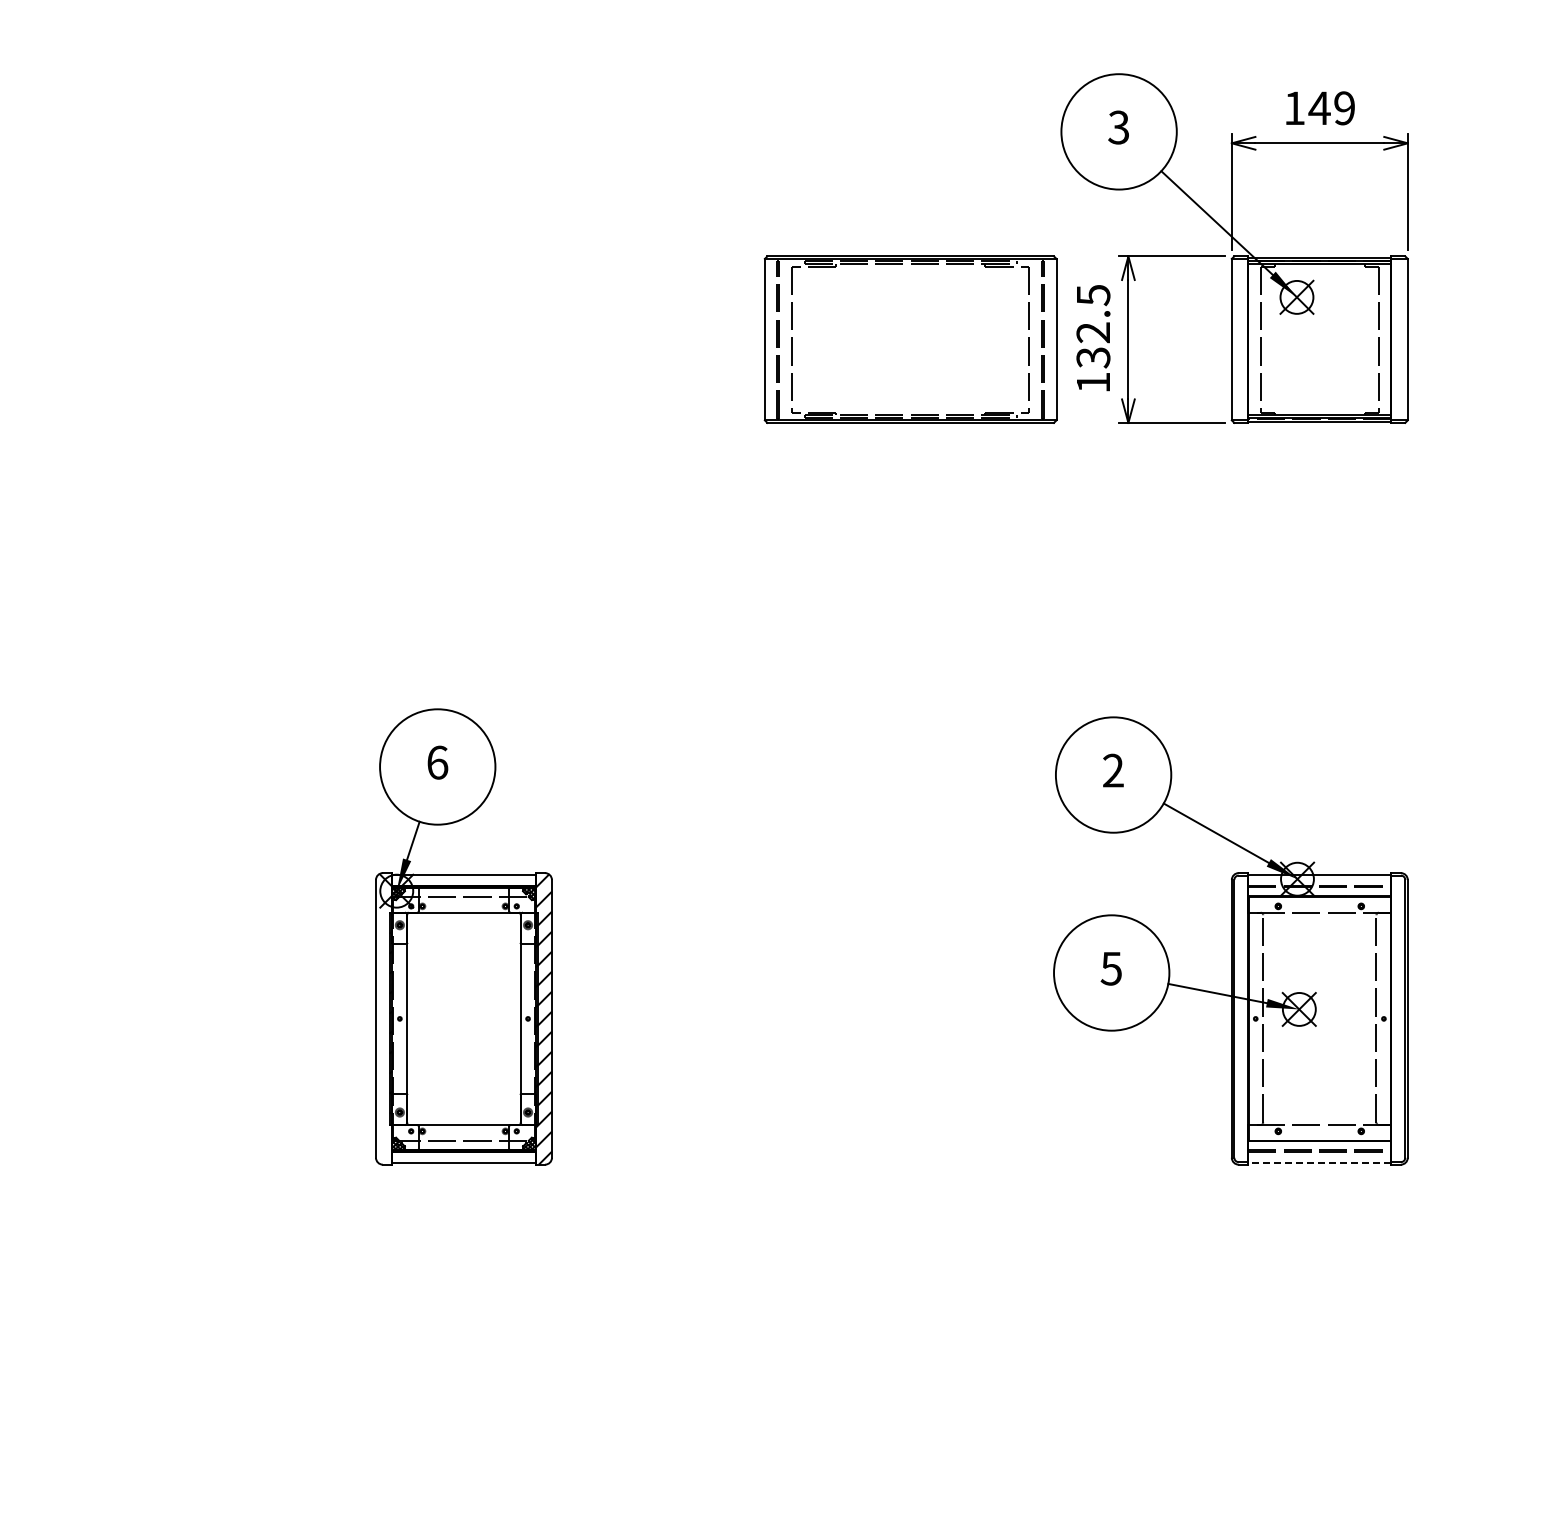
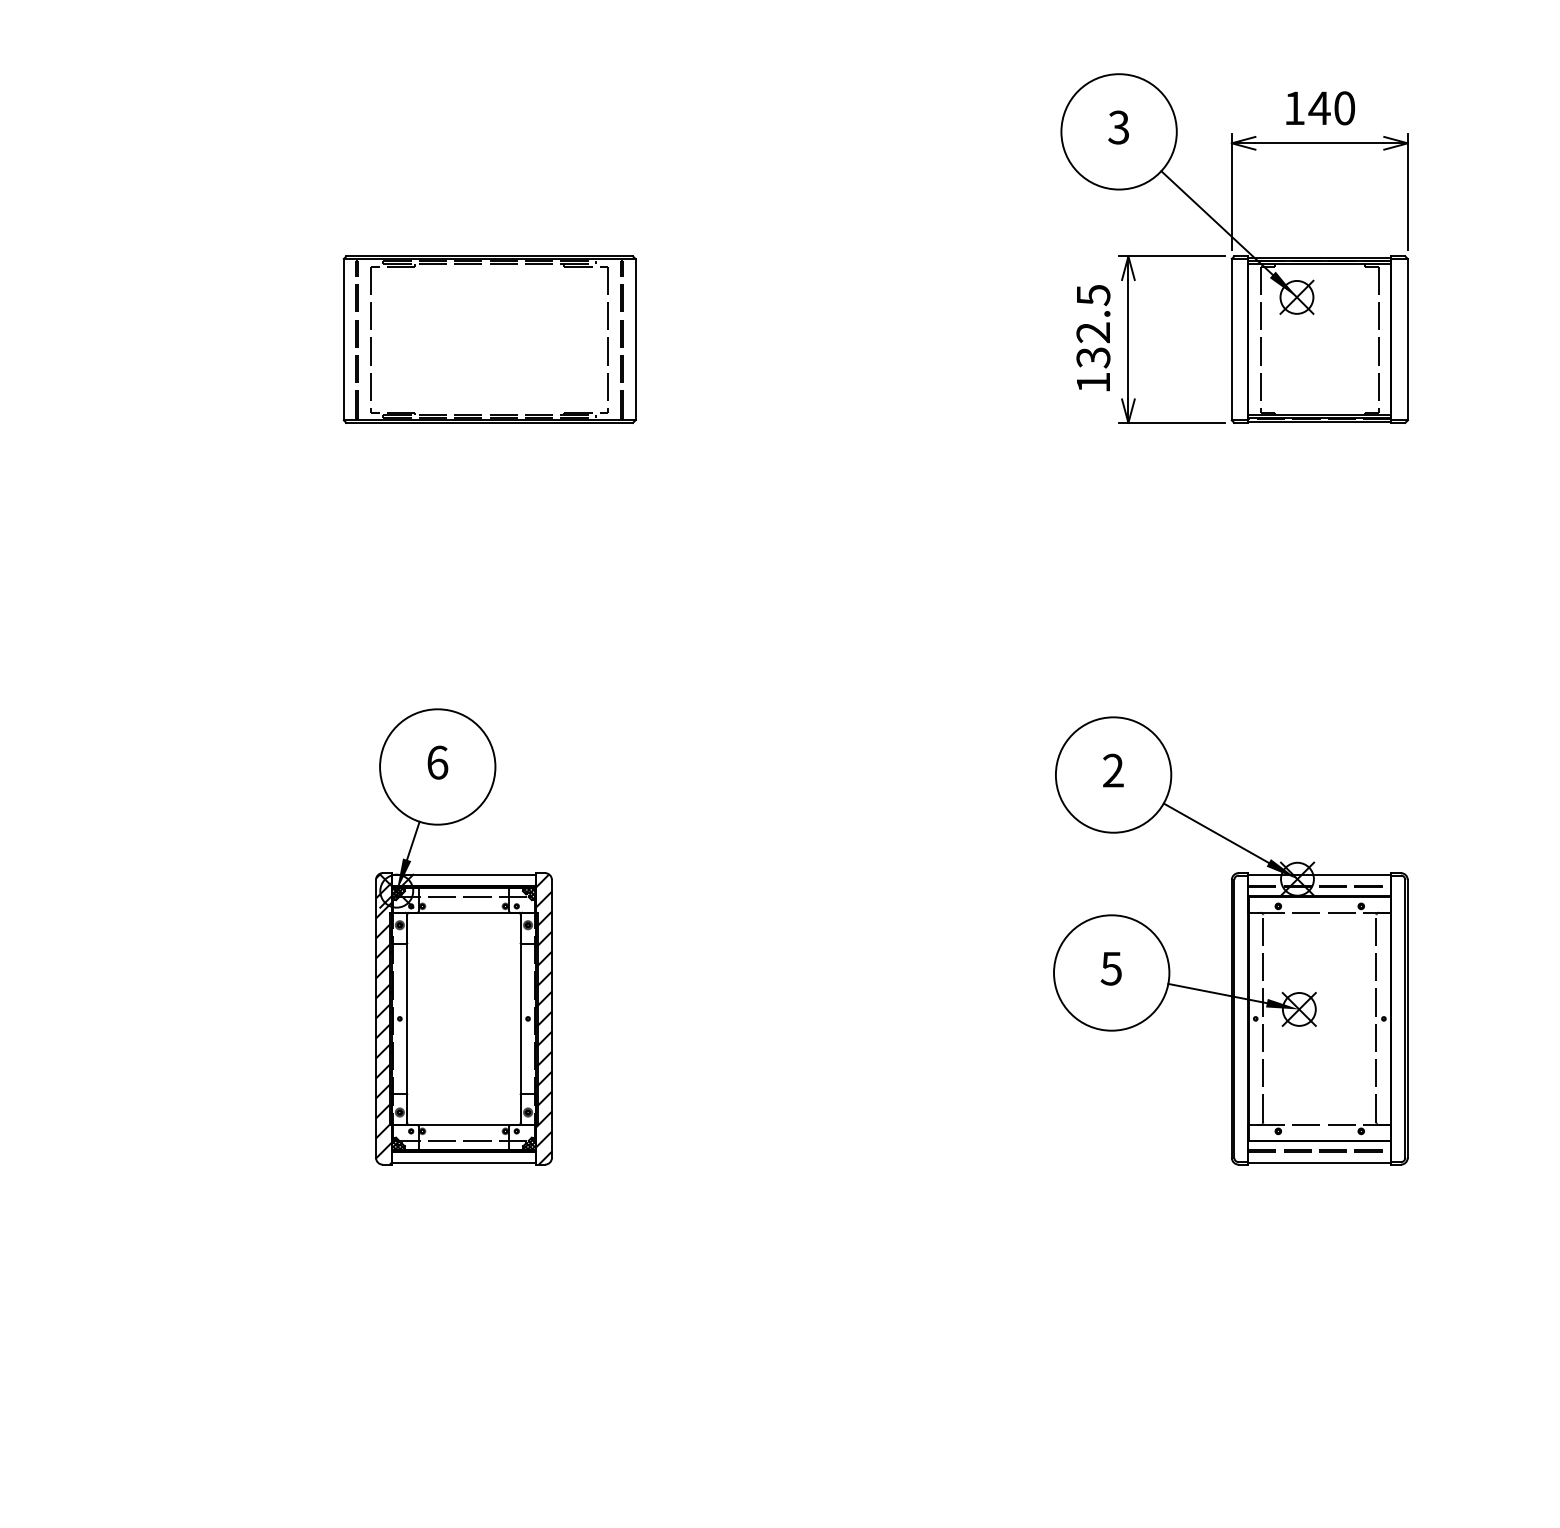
text at (1344, 108): 149 -> 140
part at (910, 339) position: (910, 339) -> (489, 339)
hatch at (384, 1018): none -> present
line at (1319, 1162): dashed -> solid
